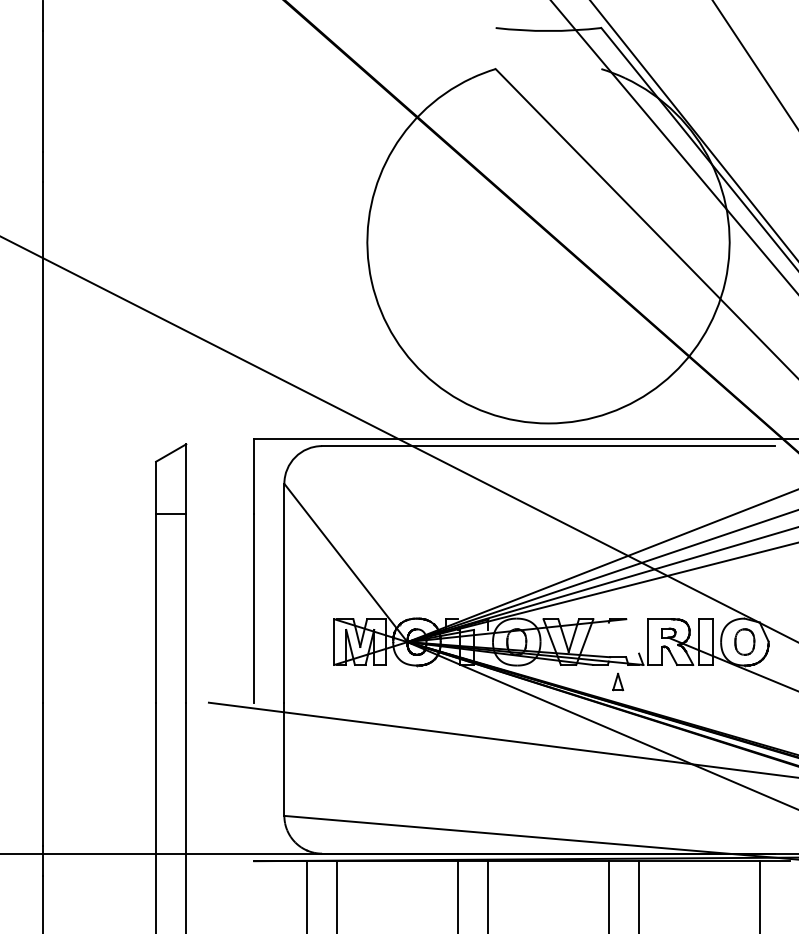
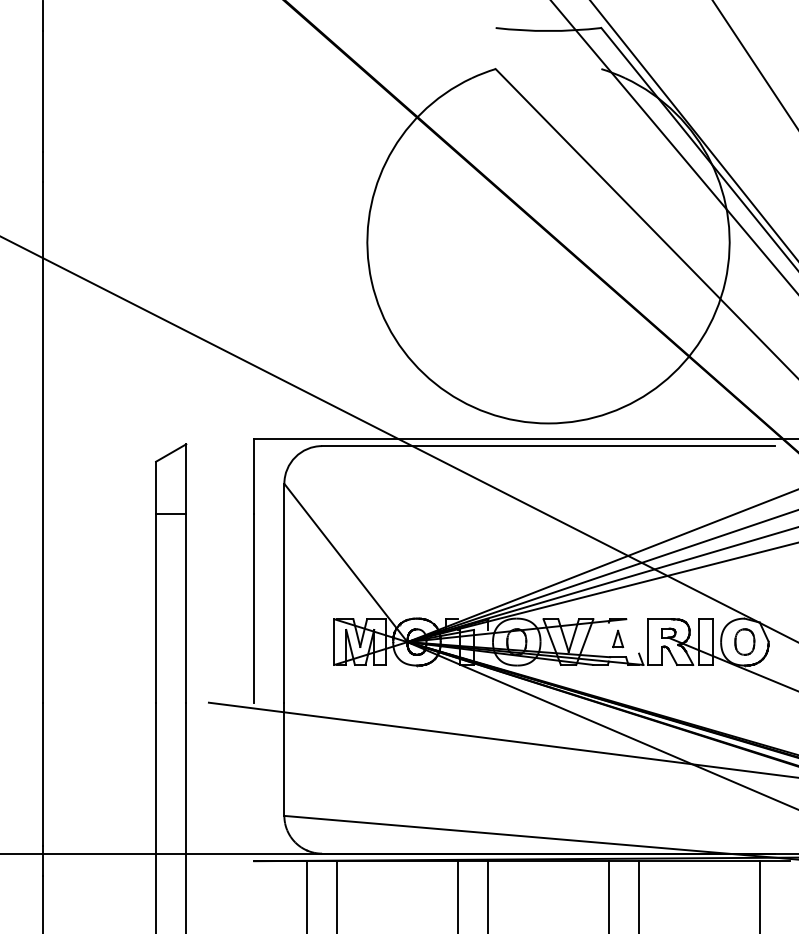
part at (618, 681) position: (618, 681) -> (618, 638)
